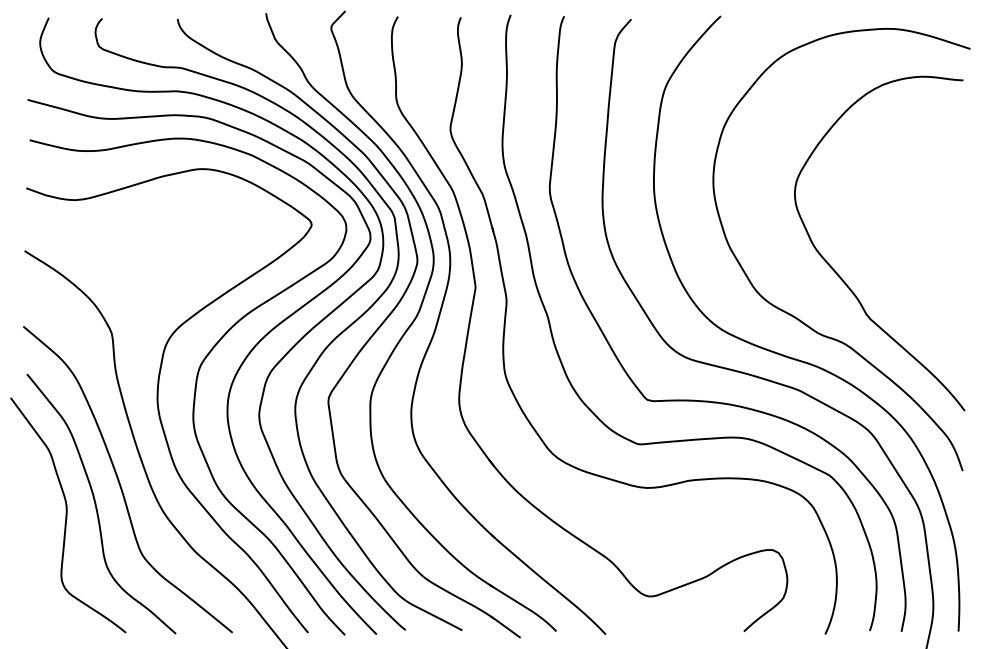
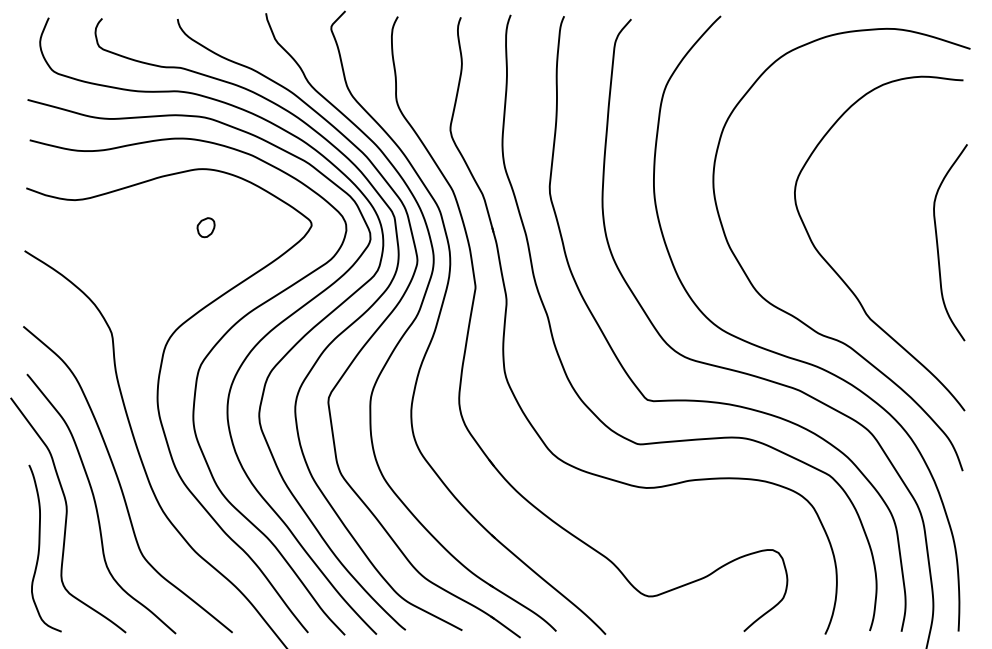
part at (205, 227): none -> present
curve at (938, 243): none -> present
curve at (40, 546): none -> present
